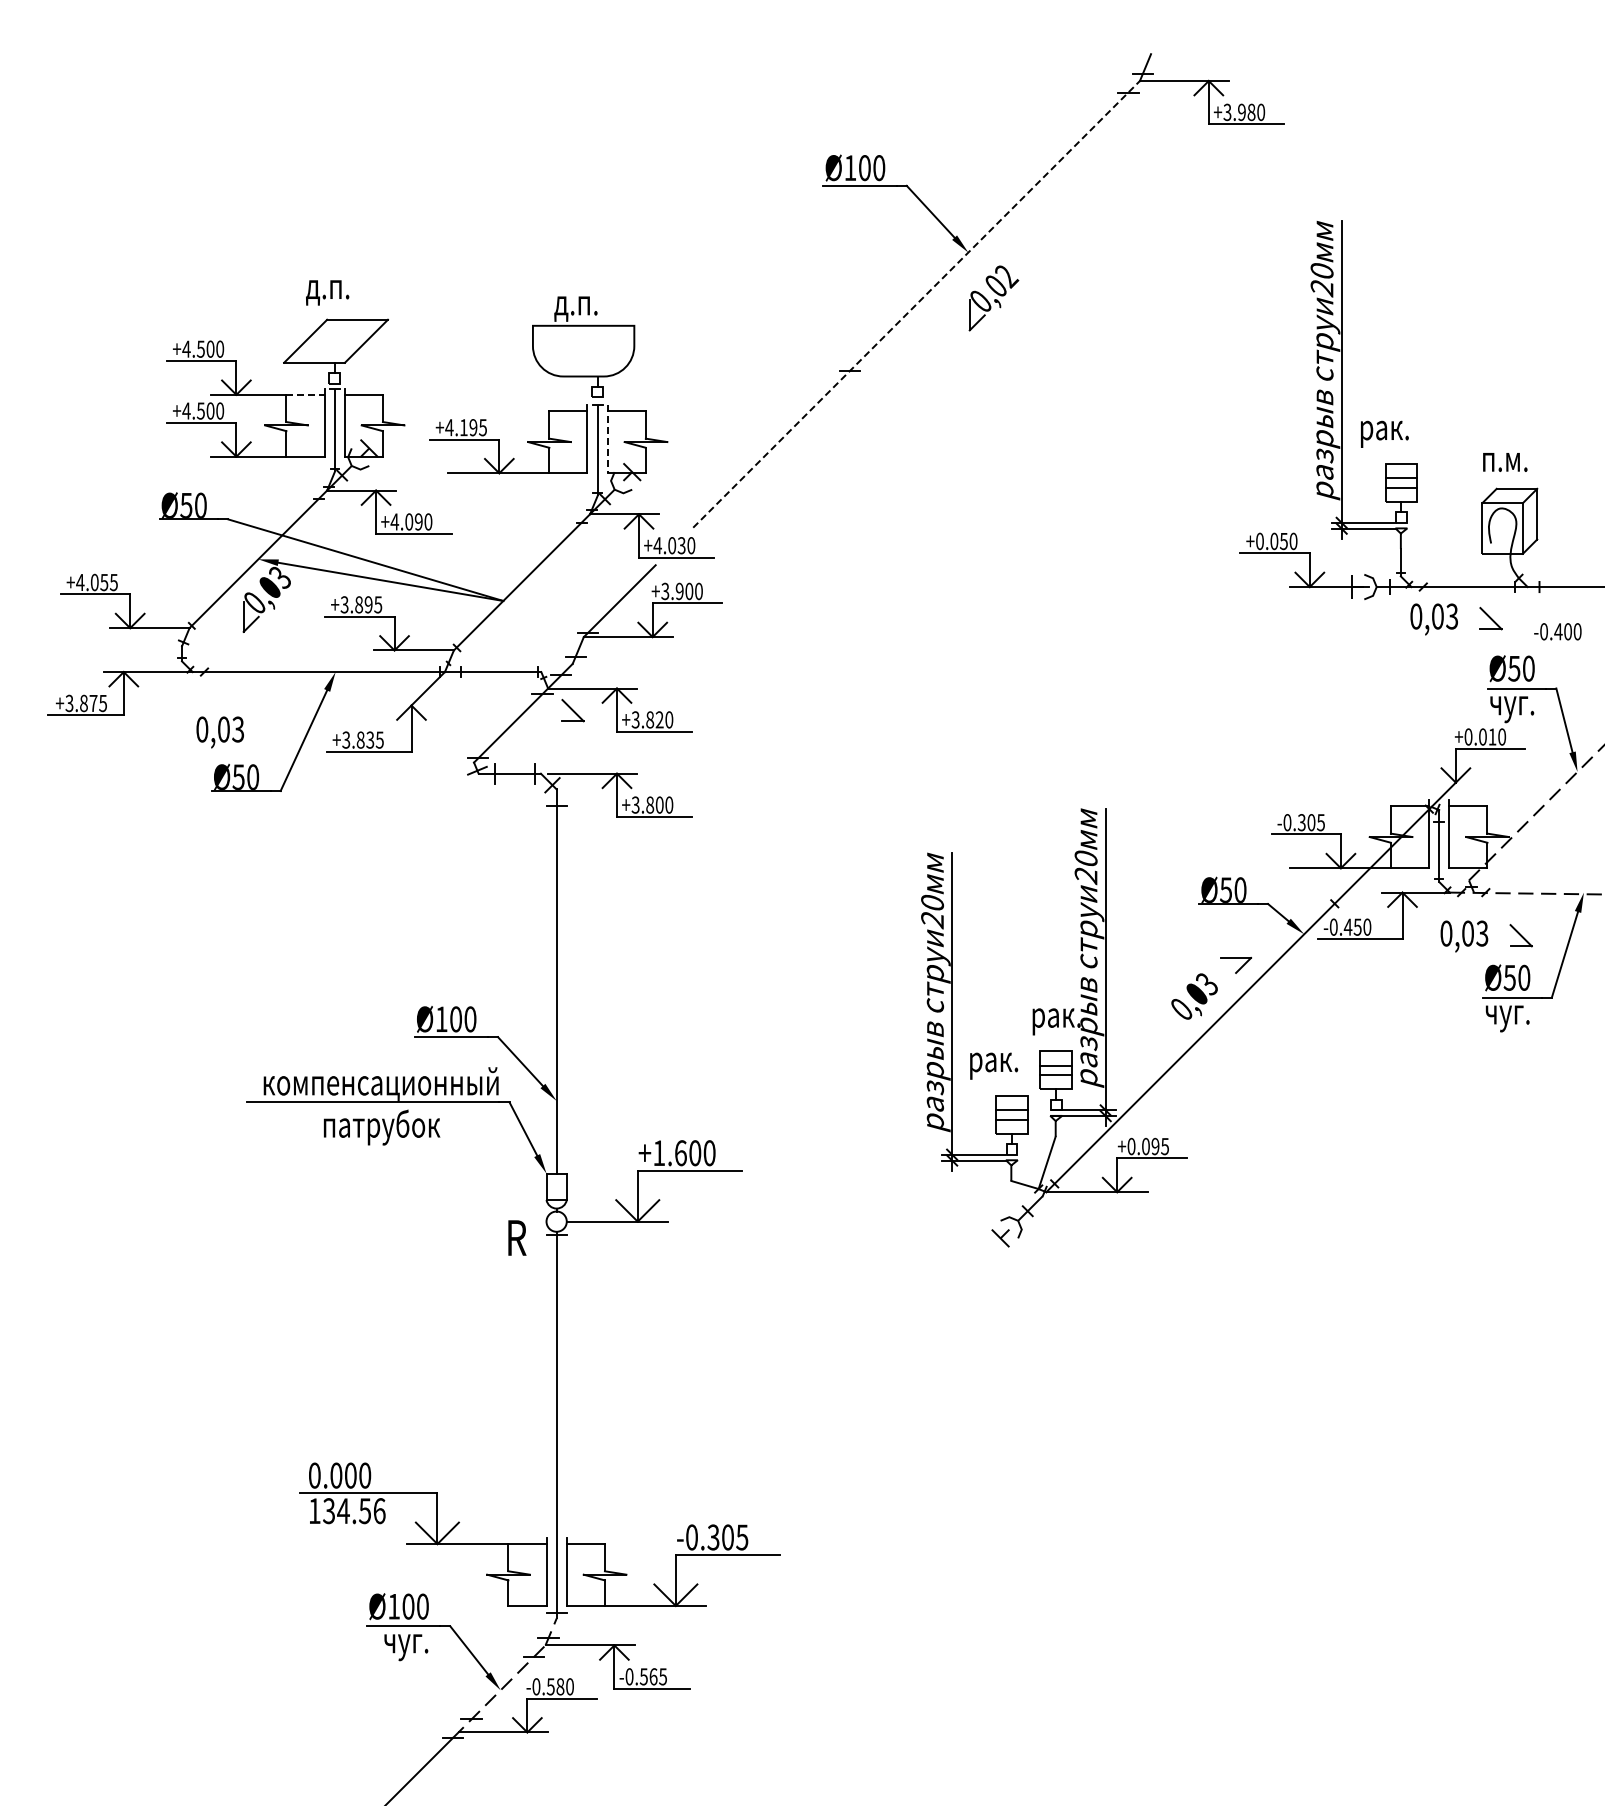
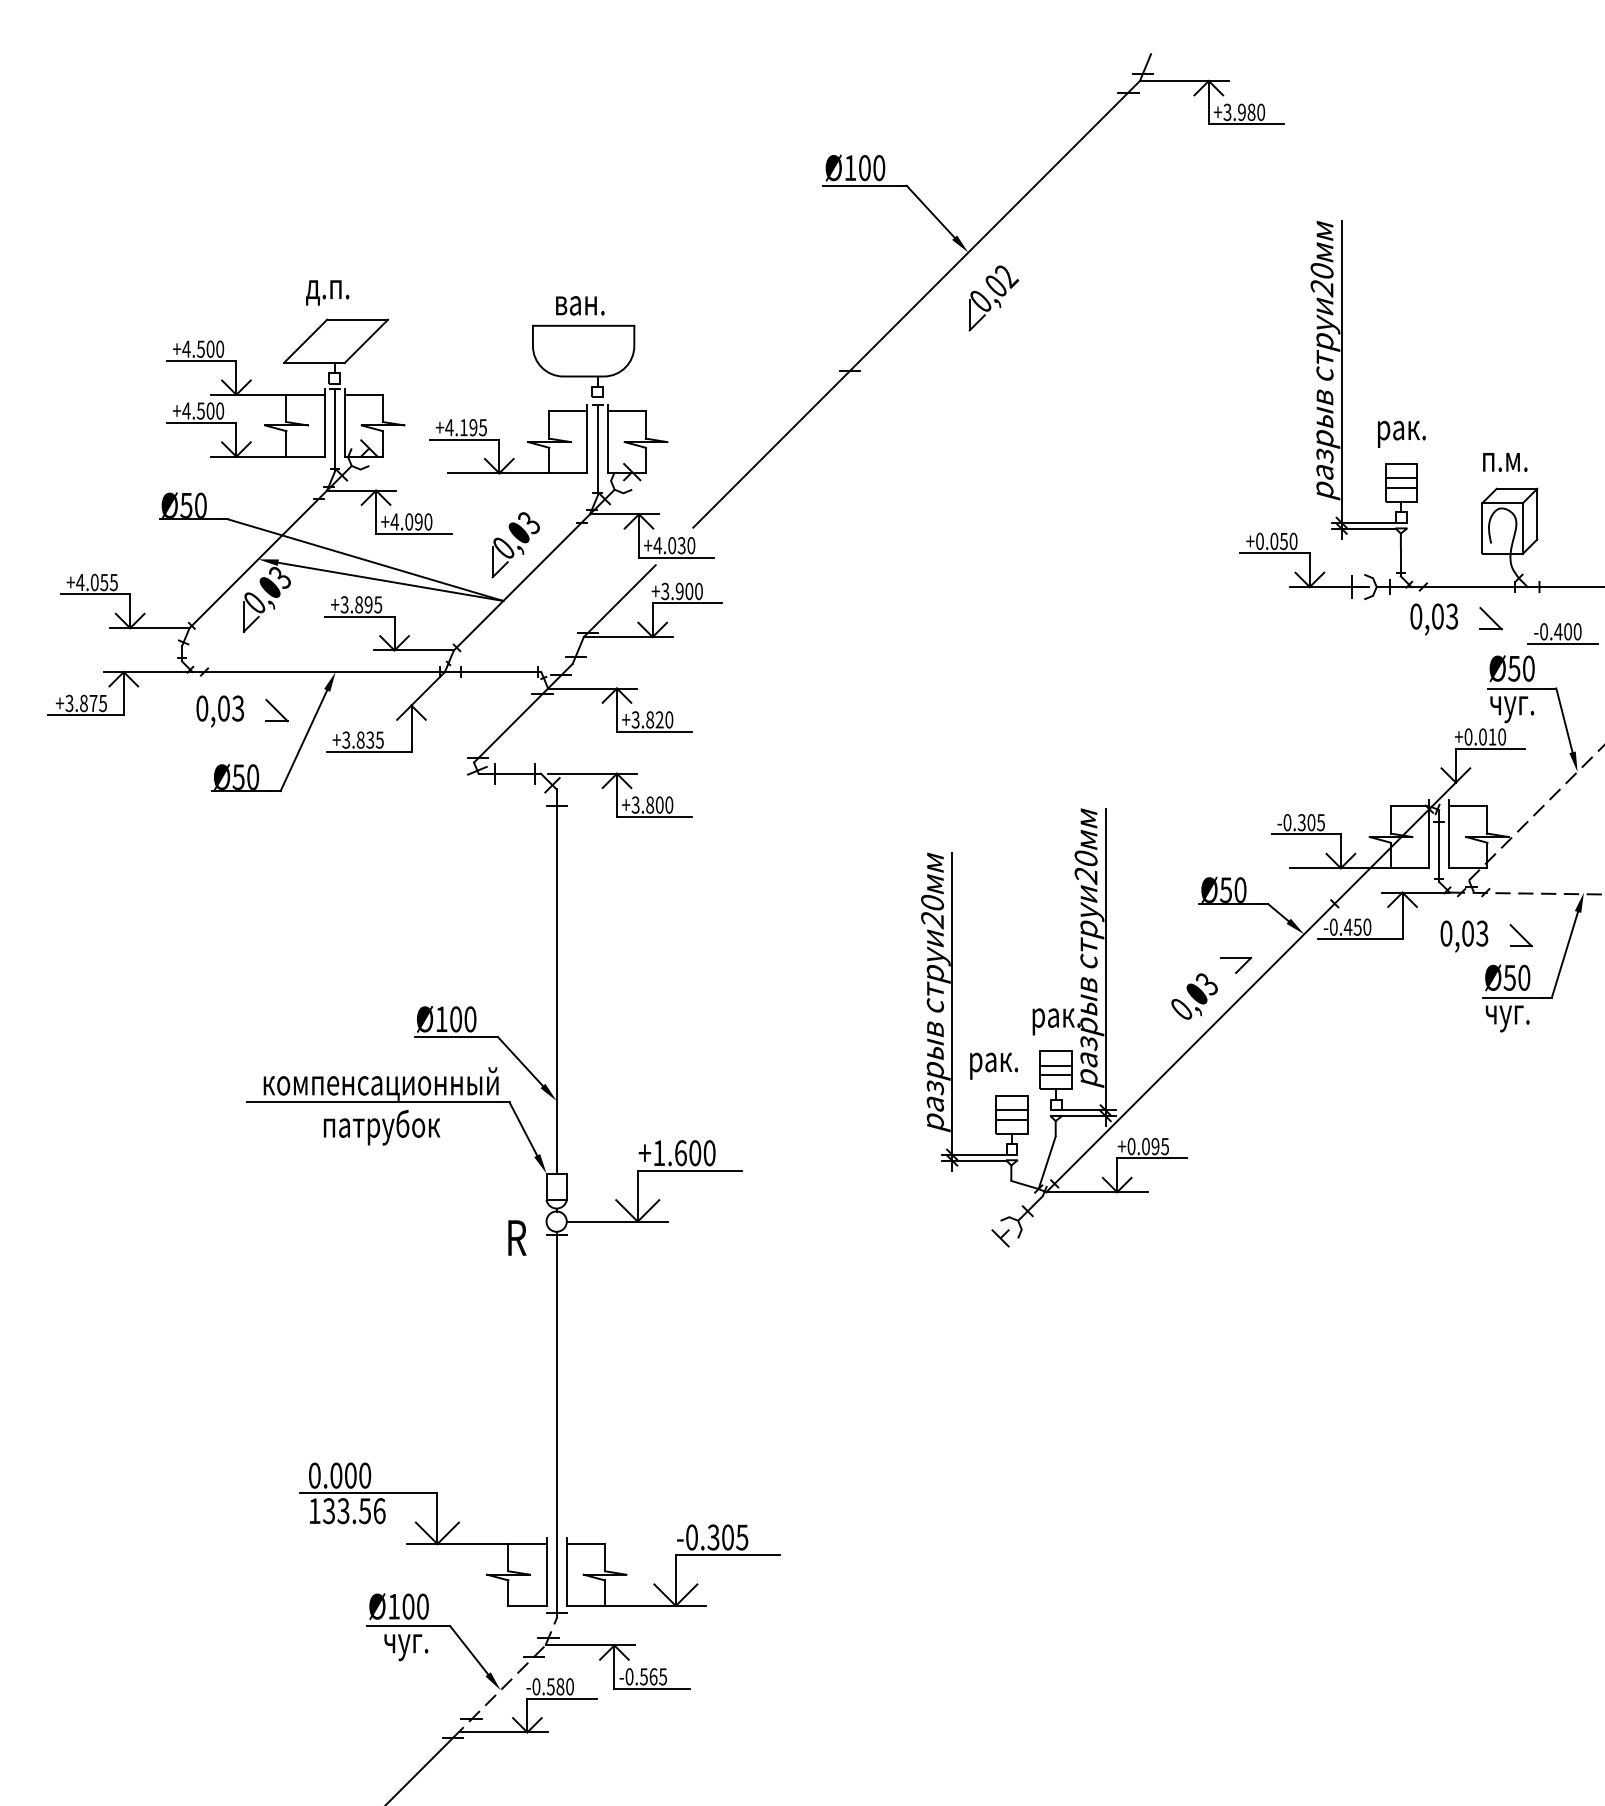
line at (916, 304): dashed -> solid
text at (579, 308): д.п. -> ван.
line at (305, 394): dashed -> solid
text at (1384, 433) position: (1384, 433) -> (1401, 433)
line at (607, 439): dashed -> solid
part at (515, 545): none -> present
line at (1562, 643): none -> present
part at (572, 710) position: (572, 710) -> (276, 710)
text at (219, 732) position: (219, 732) -> (219, 711)
text at (343, 1511): 134.56 -> 133.56
